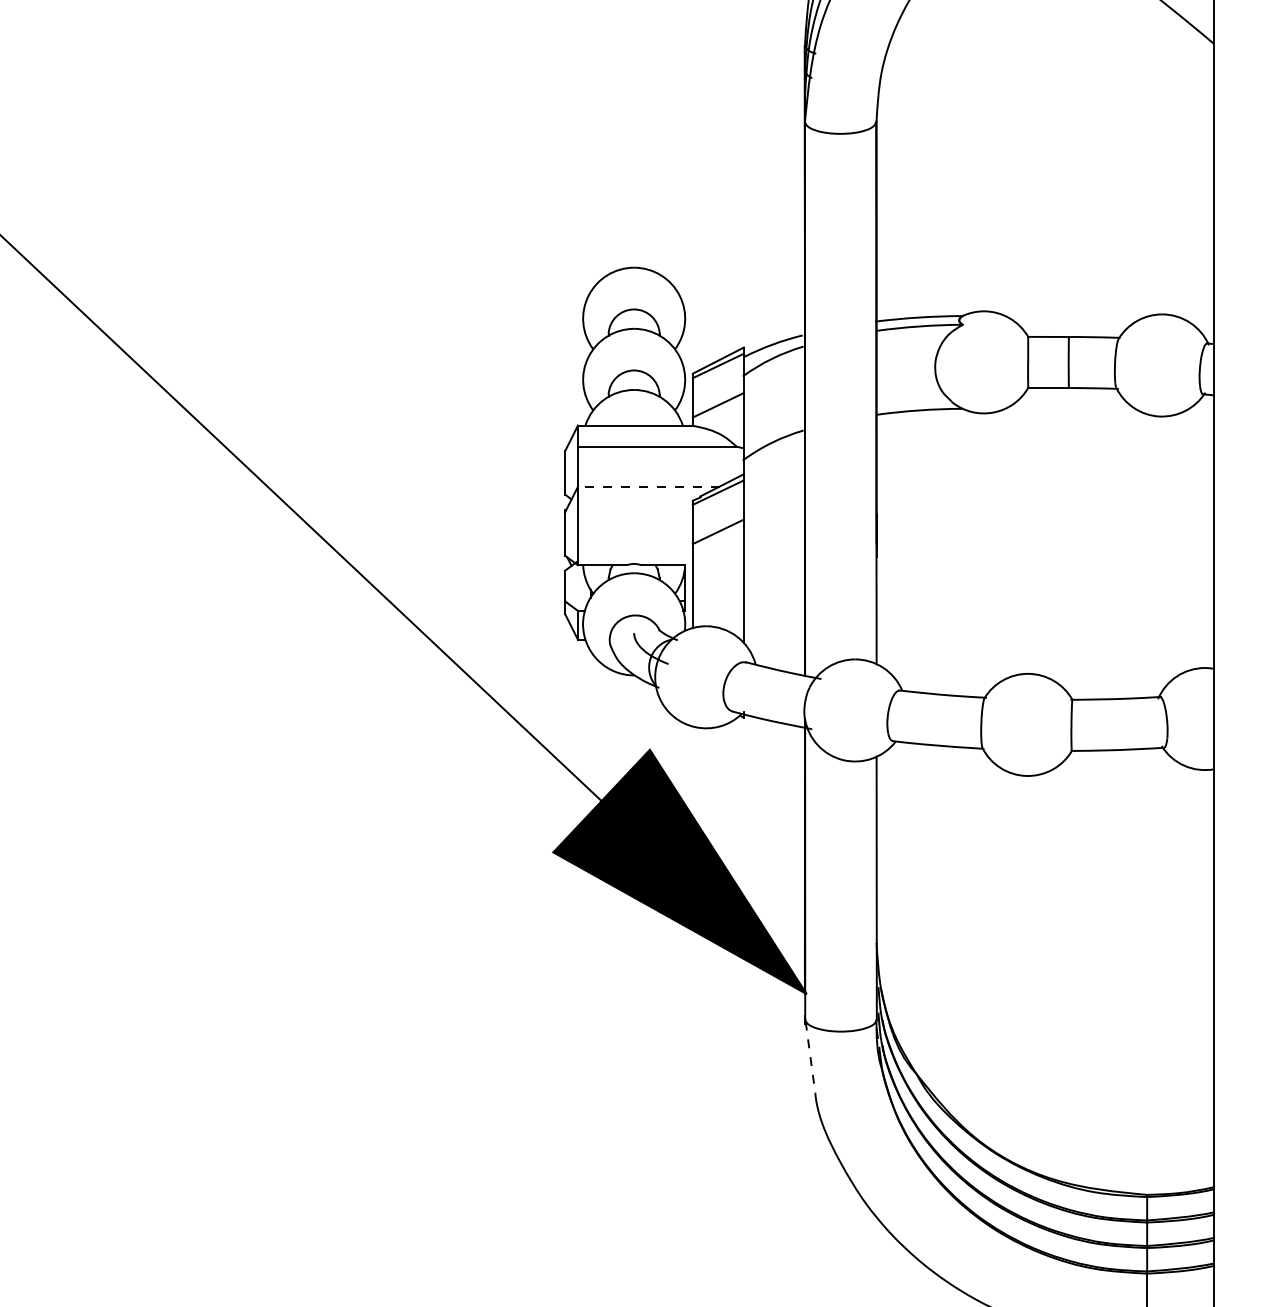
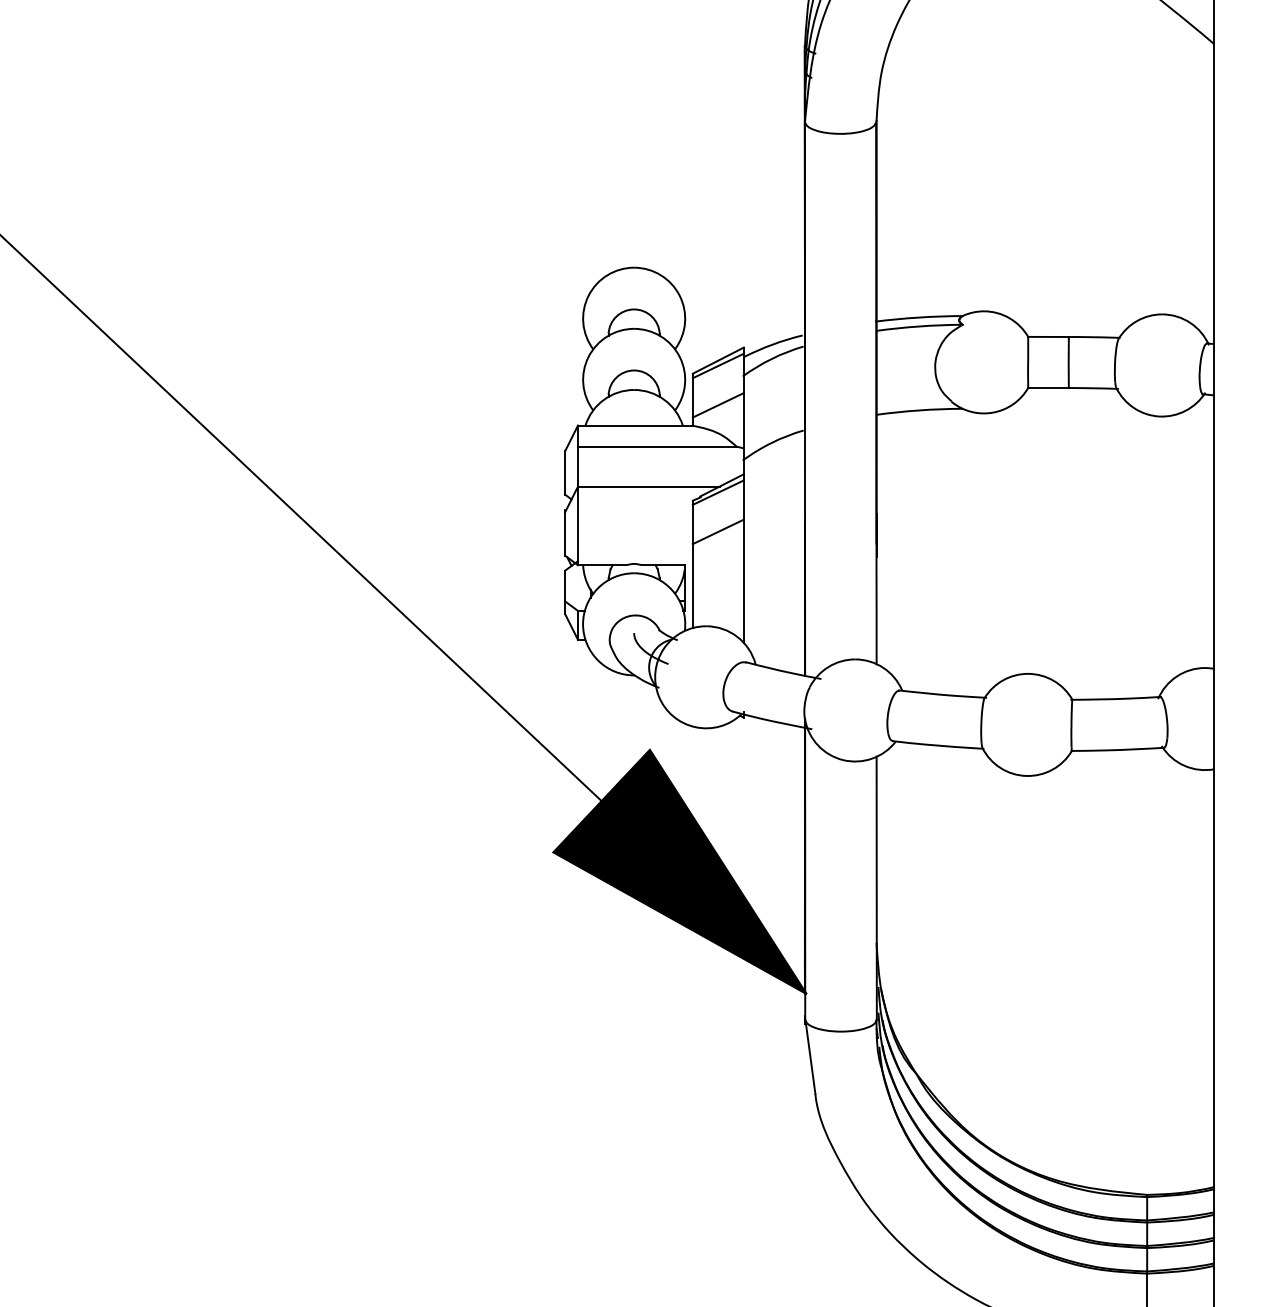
line at (648, 486): dashed -> solid
line at (810, 1058): dashed -> solid
